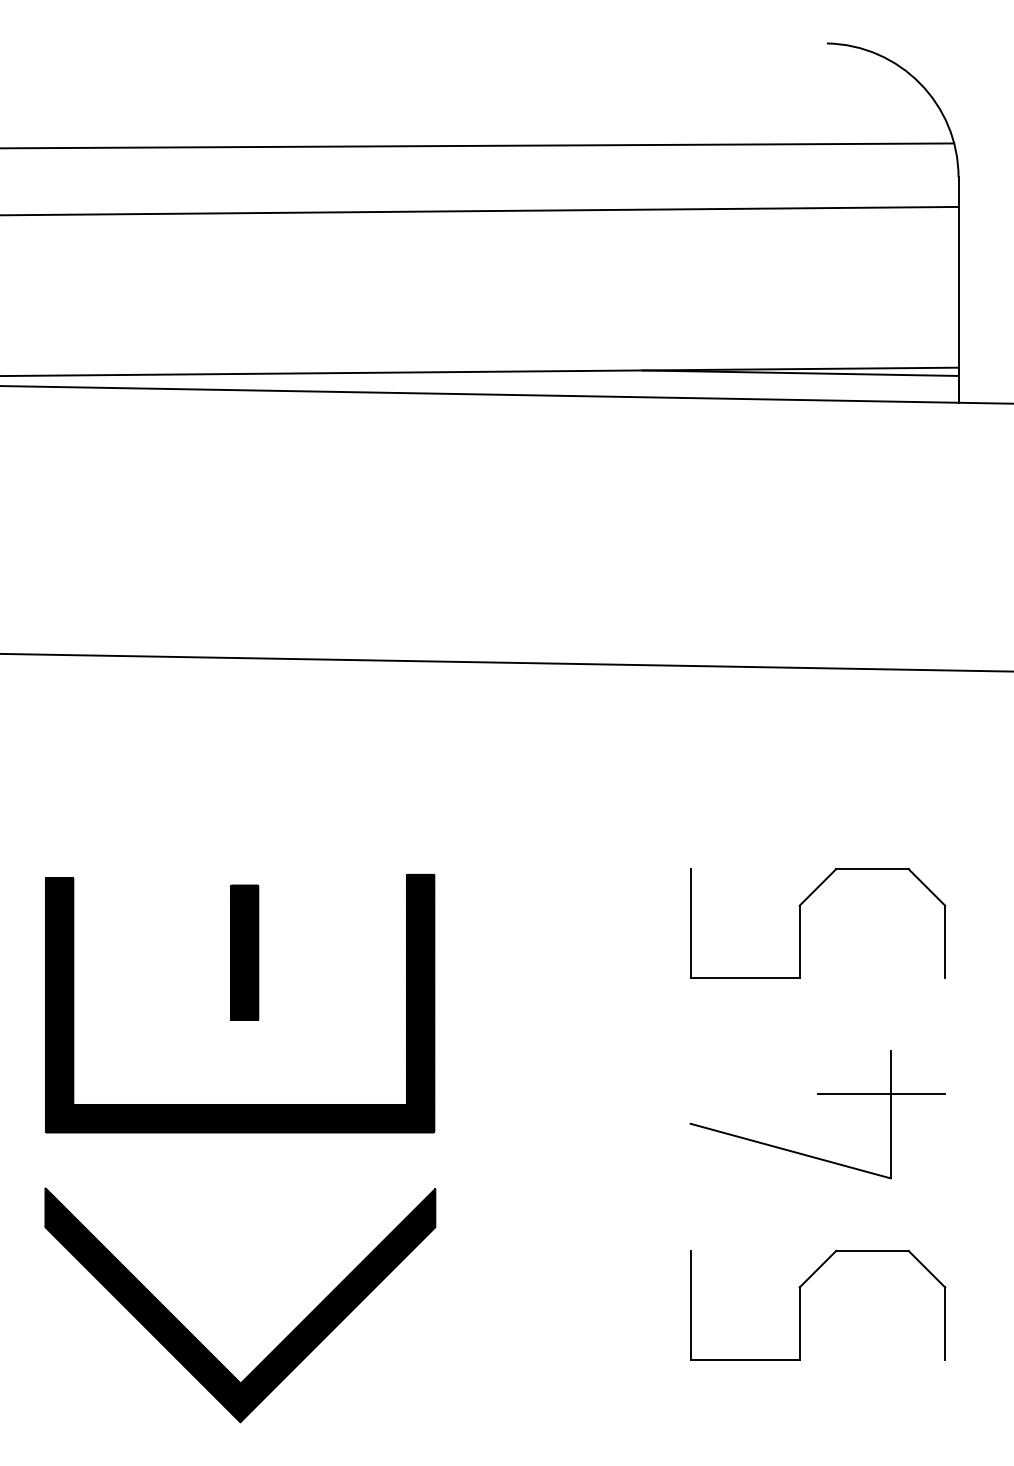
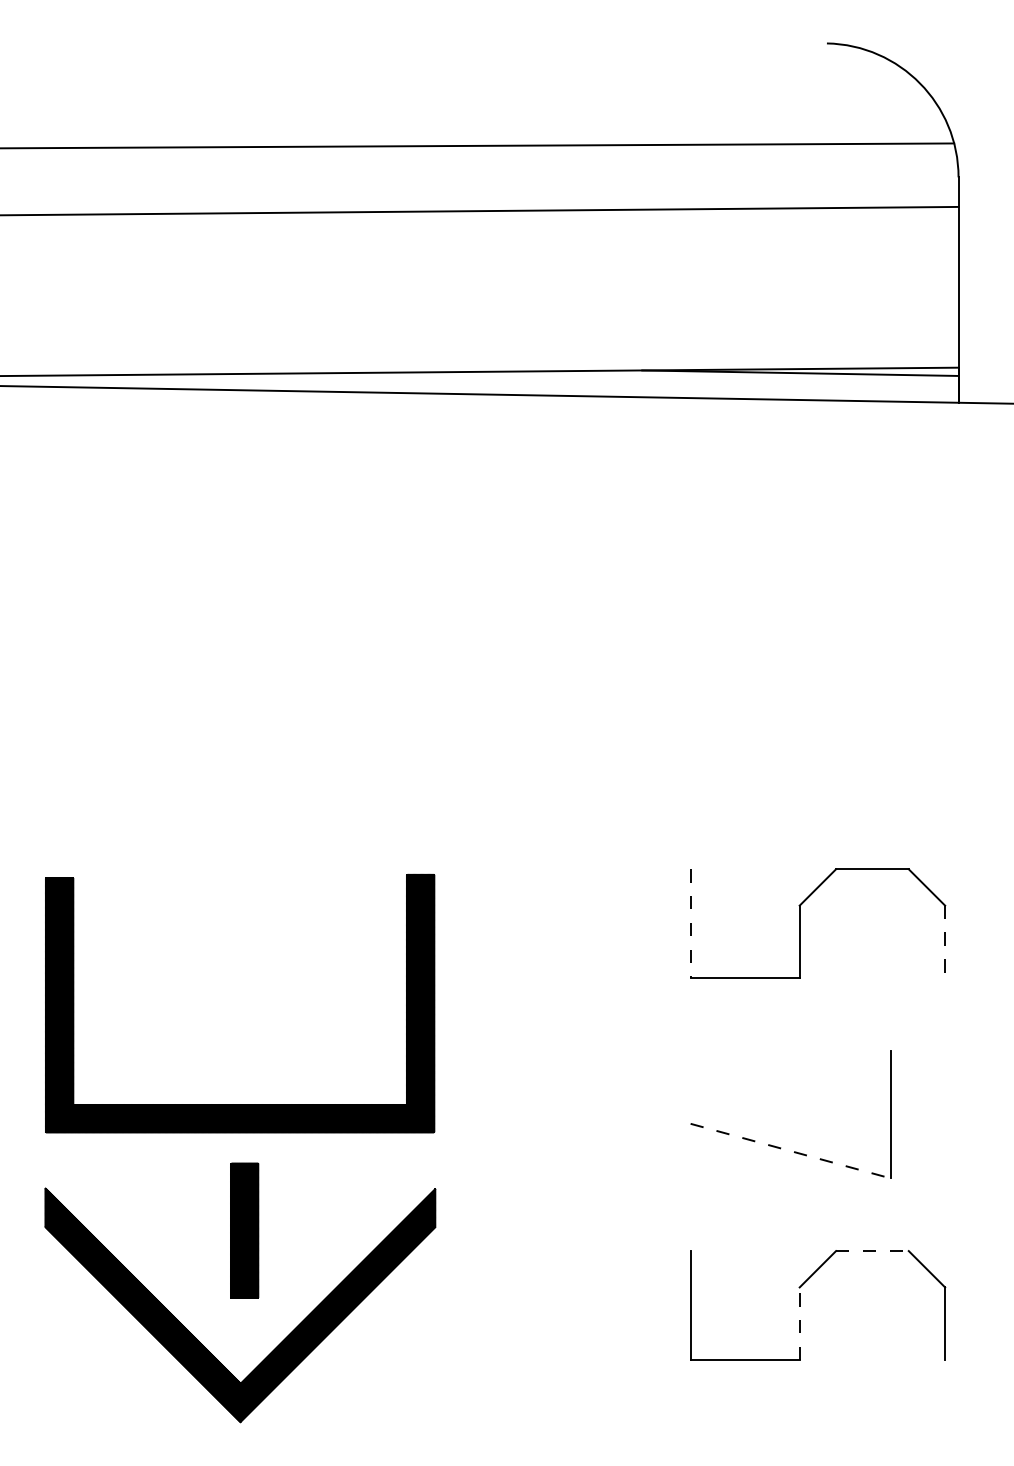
line at (506, 662): present -> none
line at (690, 923): solid -> dashed
line at (945, 942): solid -> dashed
part at (244, 952) position: (244, 952) -> (244, 1230)
line at (881, 1093): present -> none
line at (790, 1151): solid -> dashed
line at (872, 1251): solid -> dashed
line at (799, 1323): solid -> dashed
